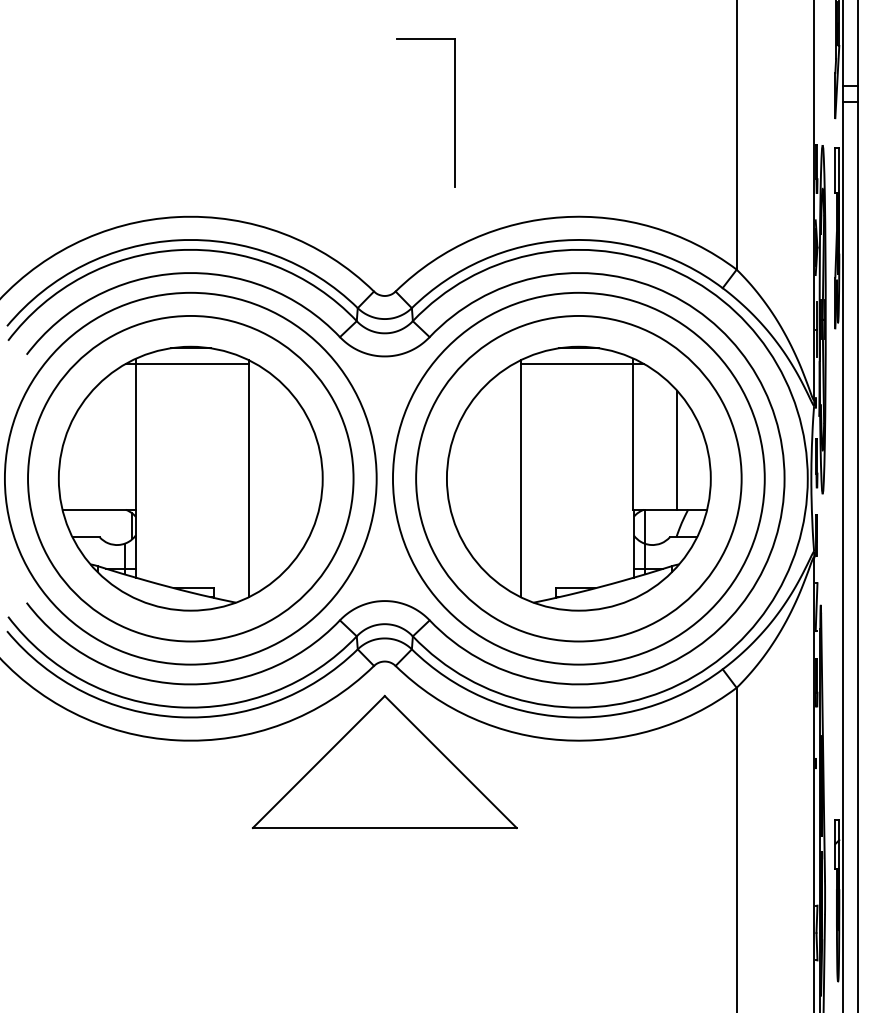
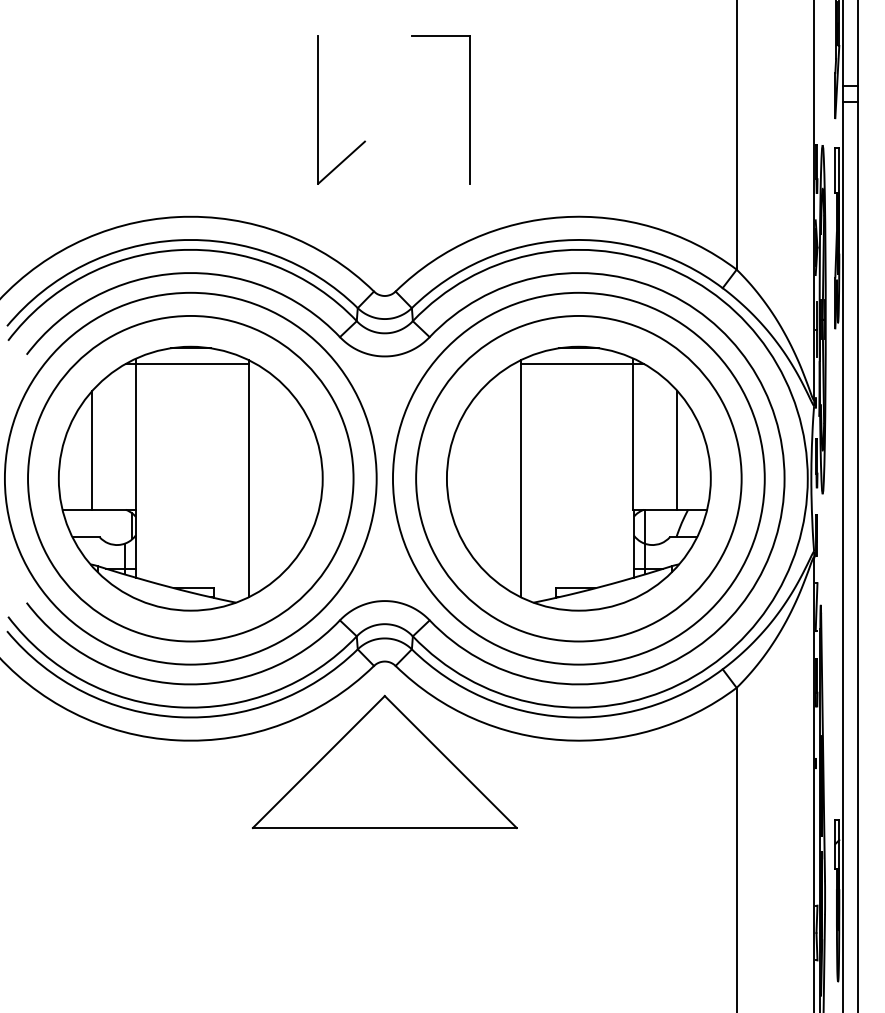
part at (318, 109): none -> present
part at (454, 112) position: (454, 112) -> (469, 109)
line at (92, 449): none -> present
